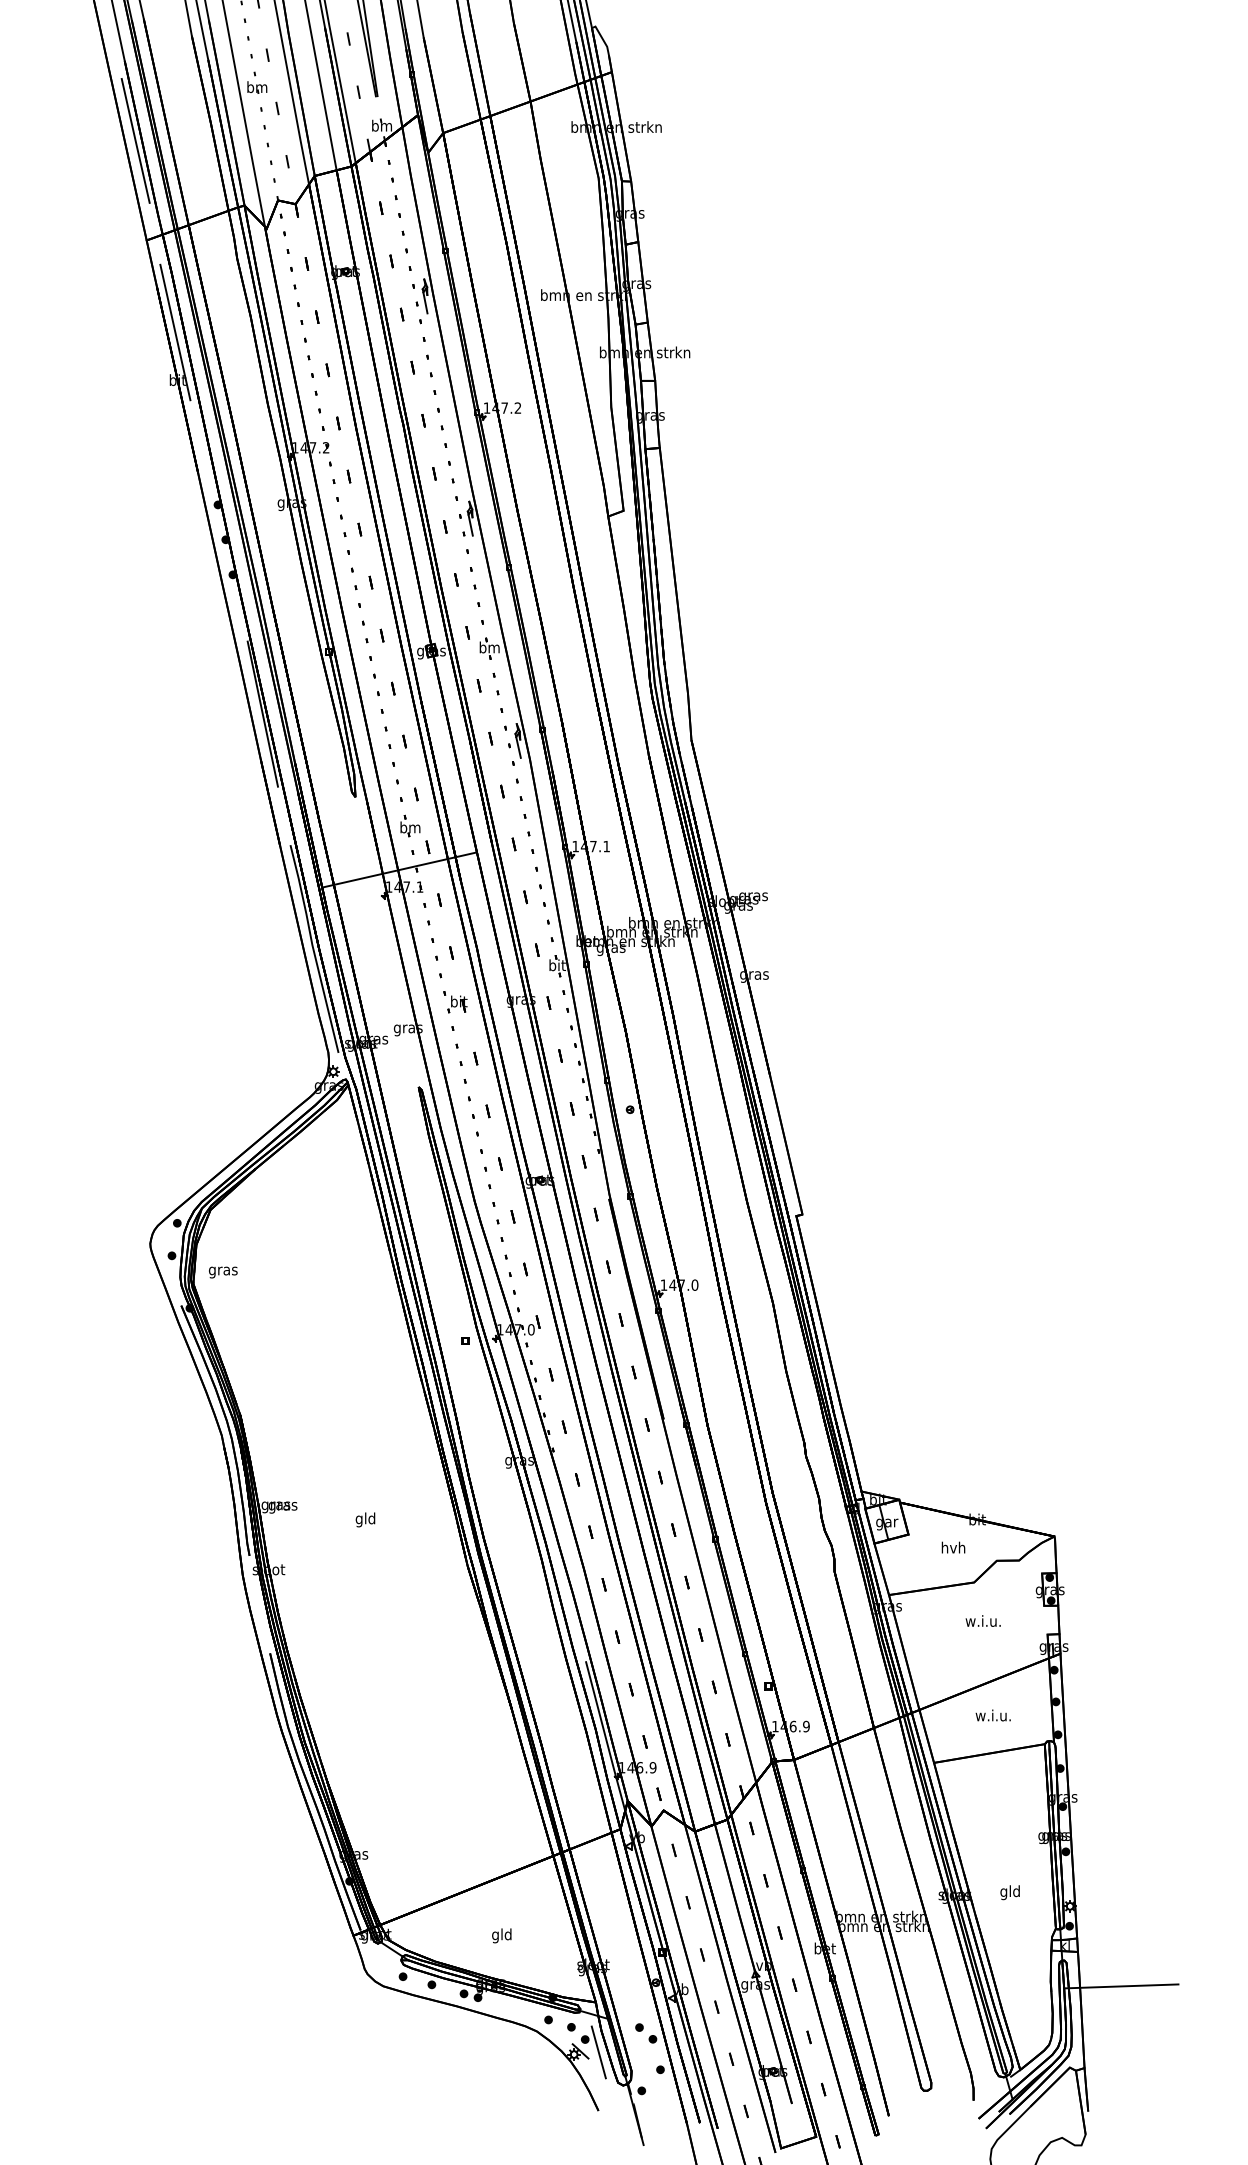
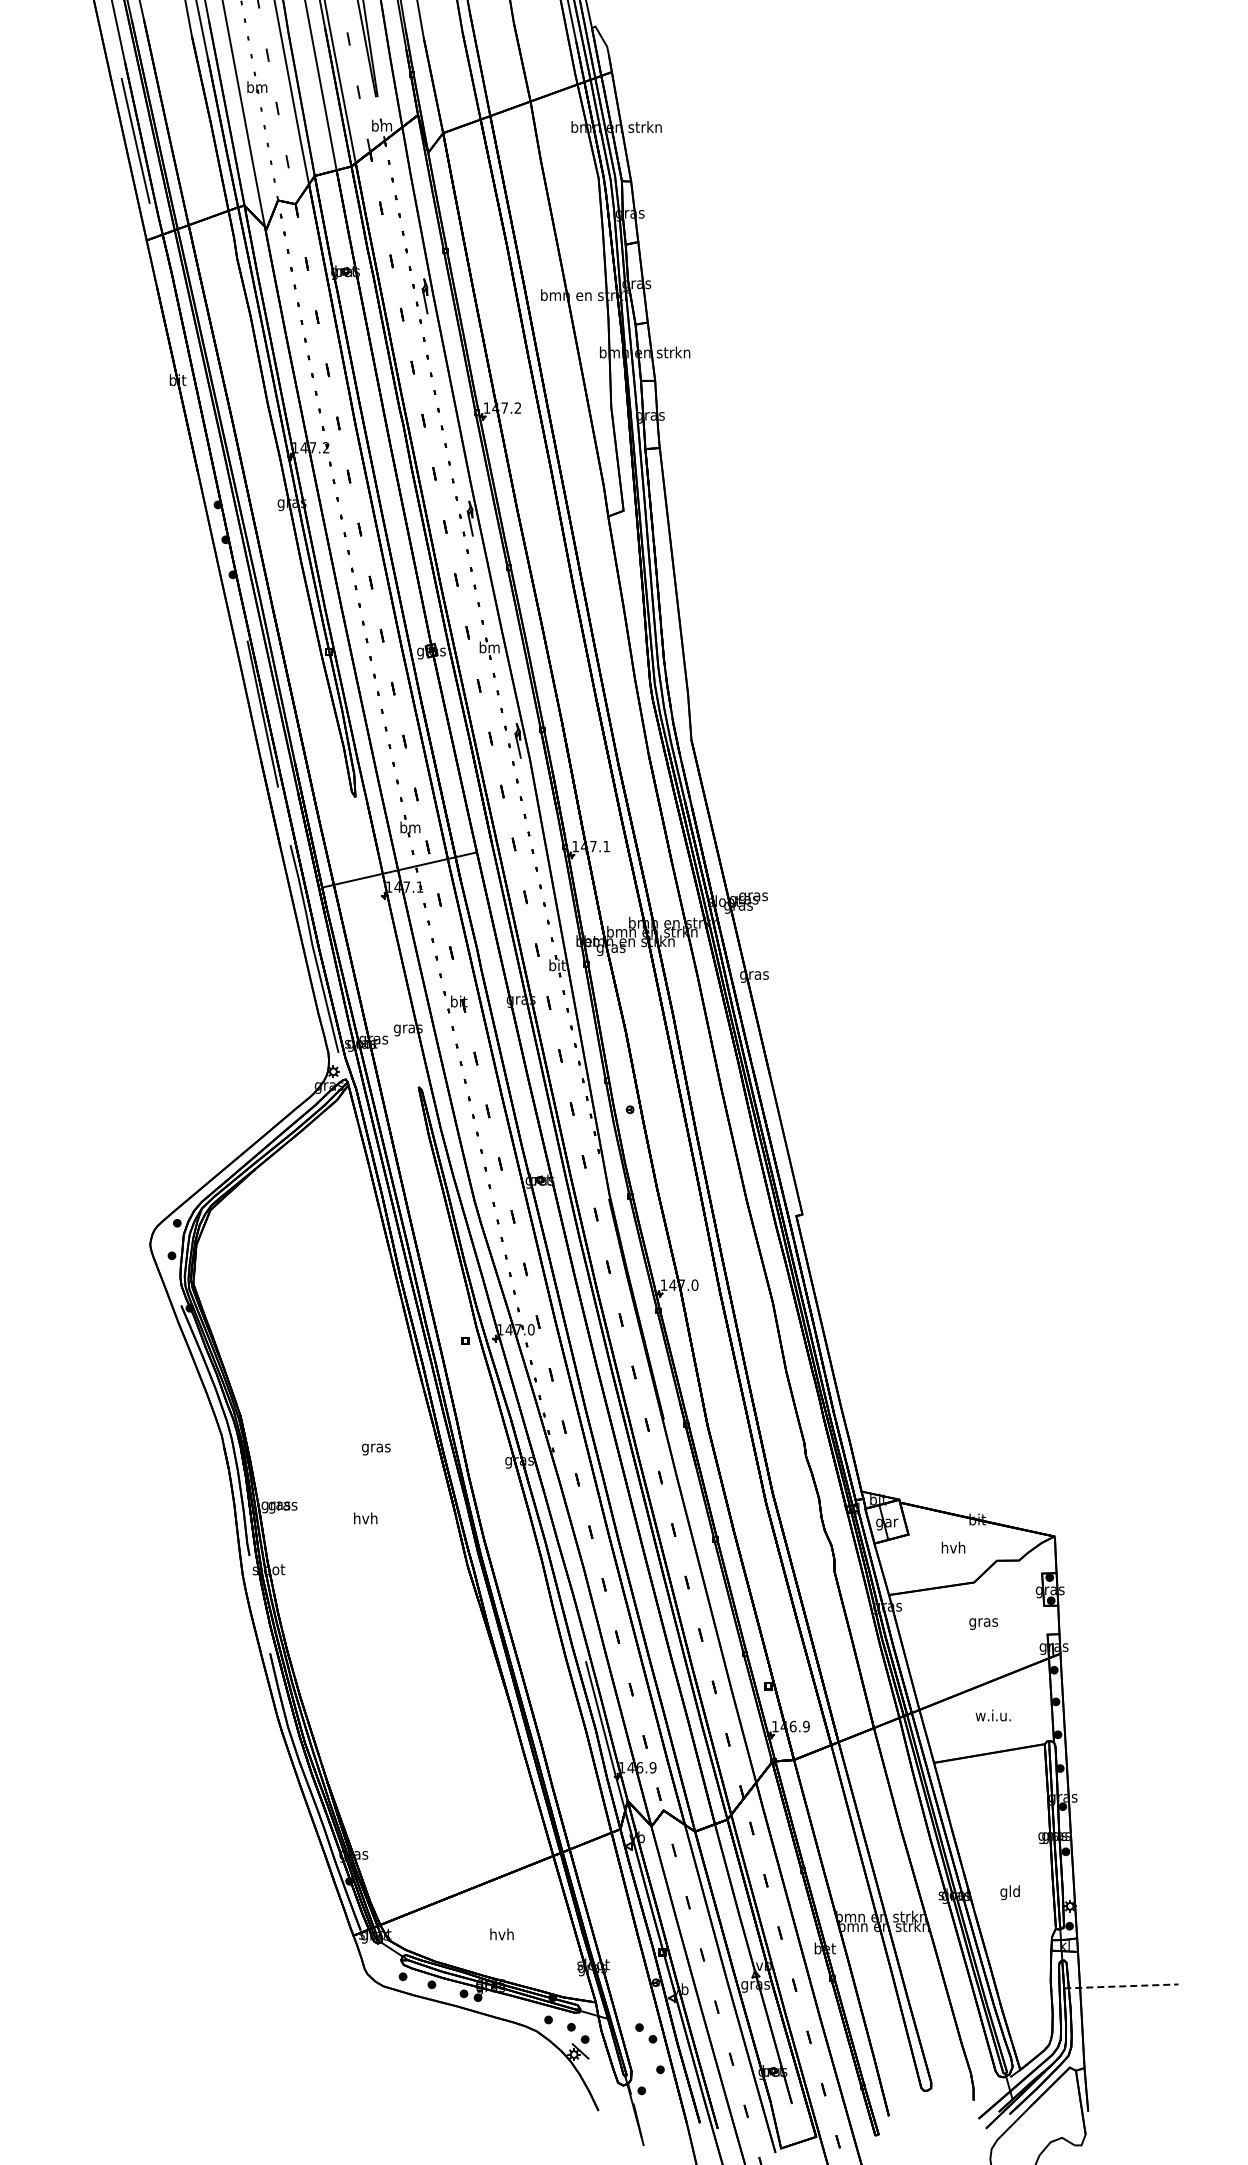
line at (175, 332): present -> none
text at (223, 1272) position: (223, 1272) -> (376, 1449)
text at (365, 1519): gld -> hvh
text at (982, 1622): w.i.u. -> gras
text at (501, 1935): gld -> hvh
line at (1121, 1986): solid -> dashed
line at (598, 2052): present -> none
